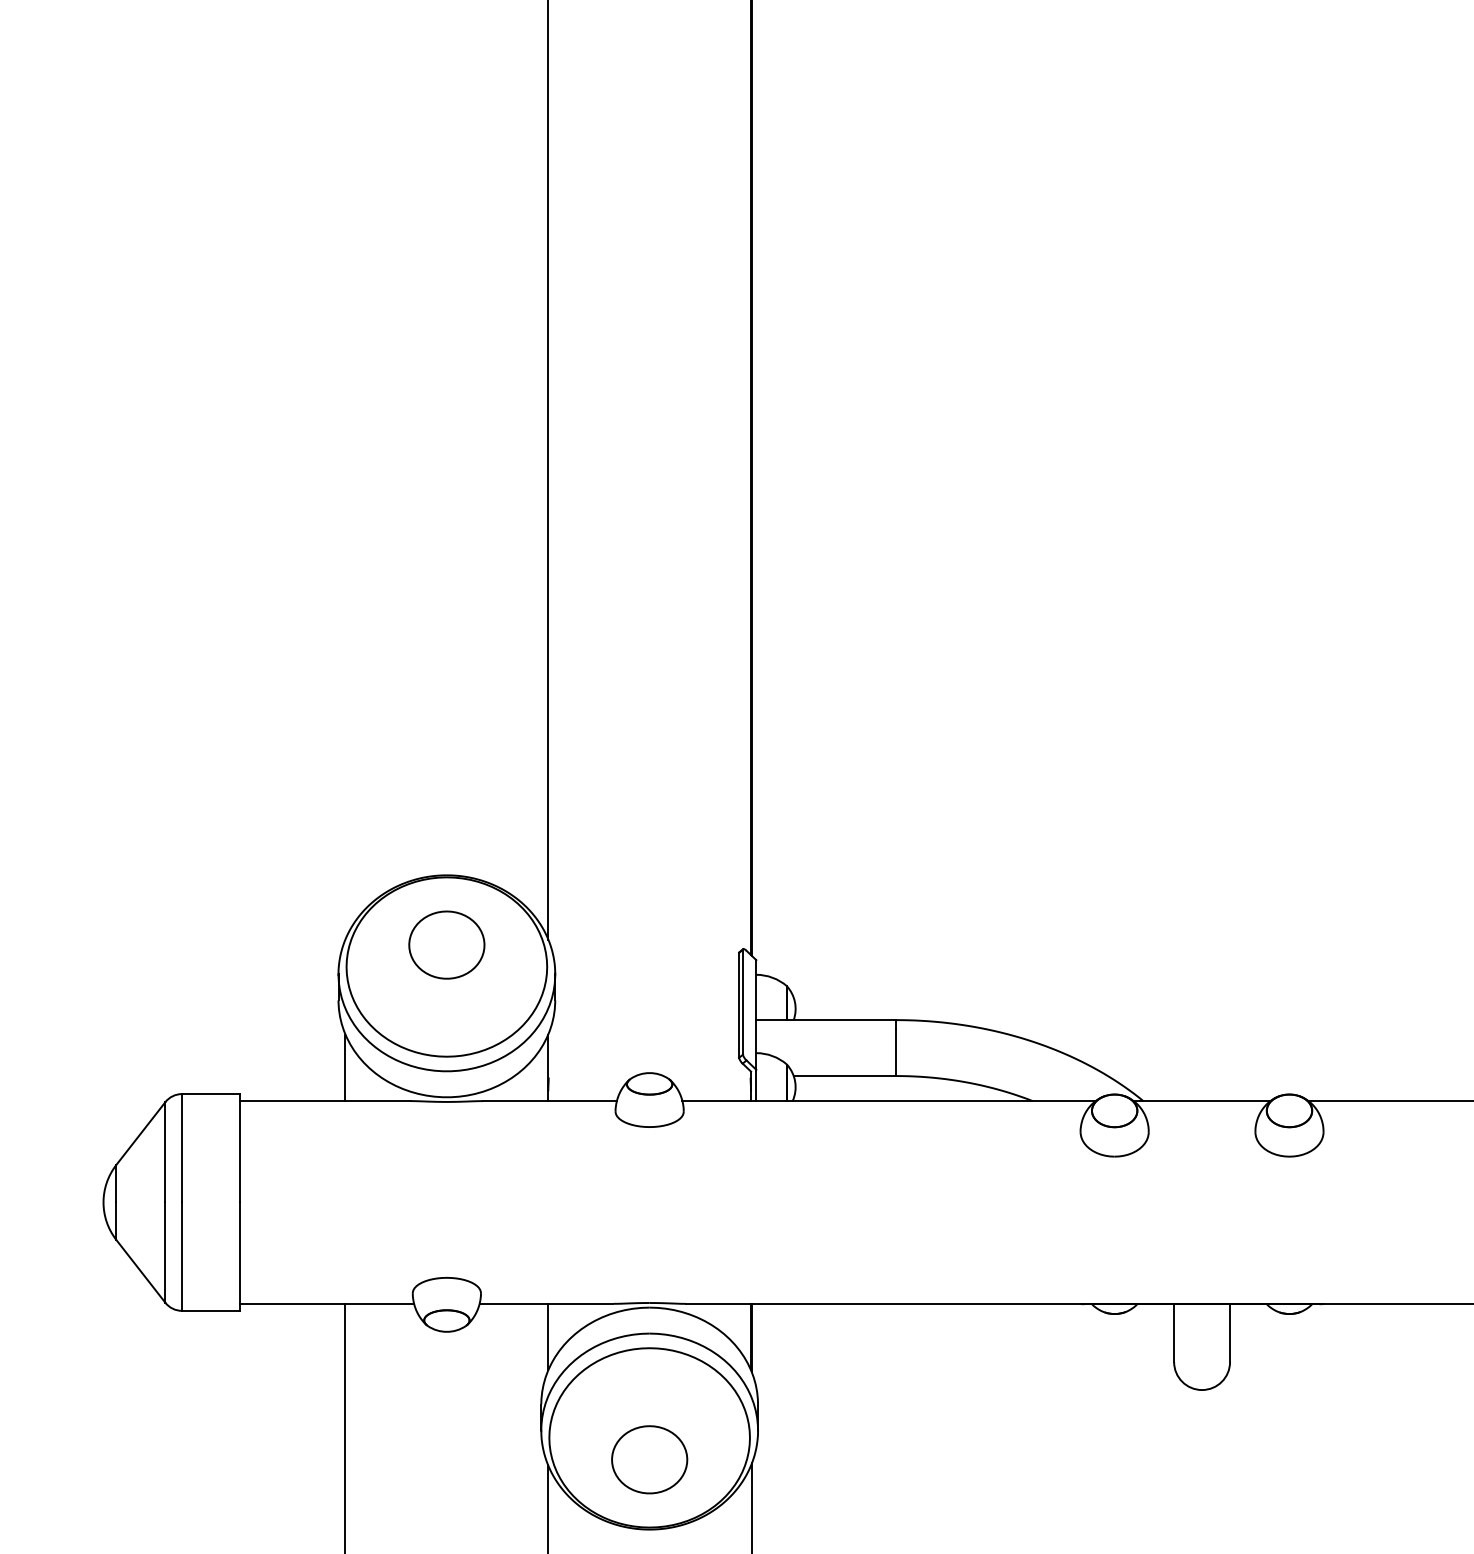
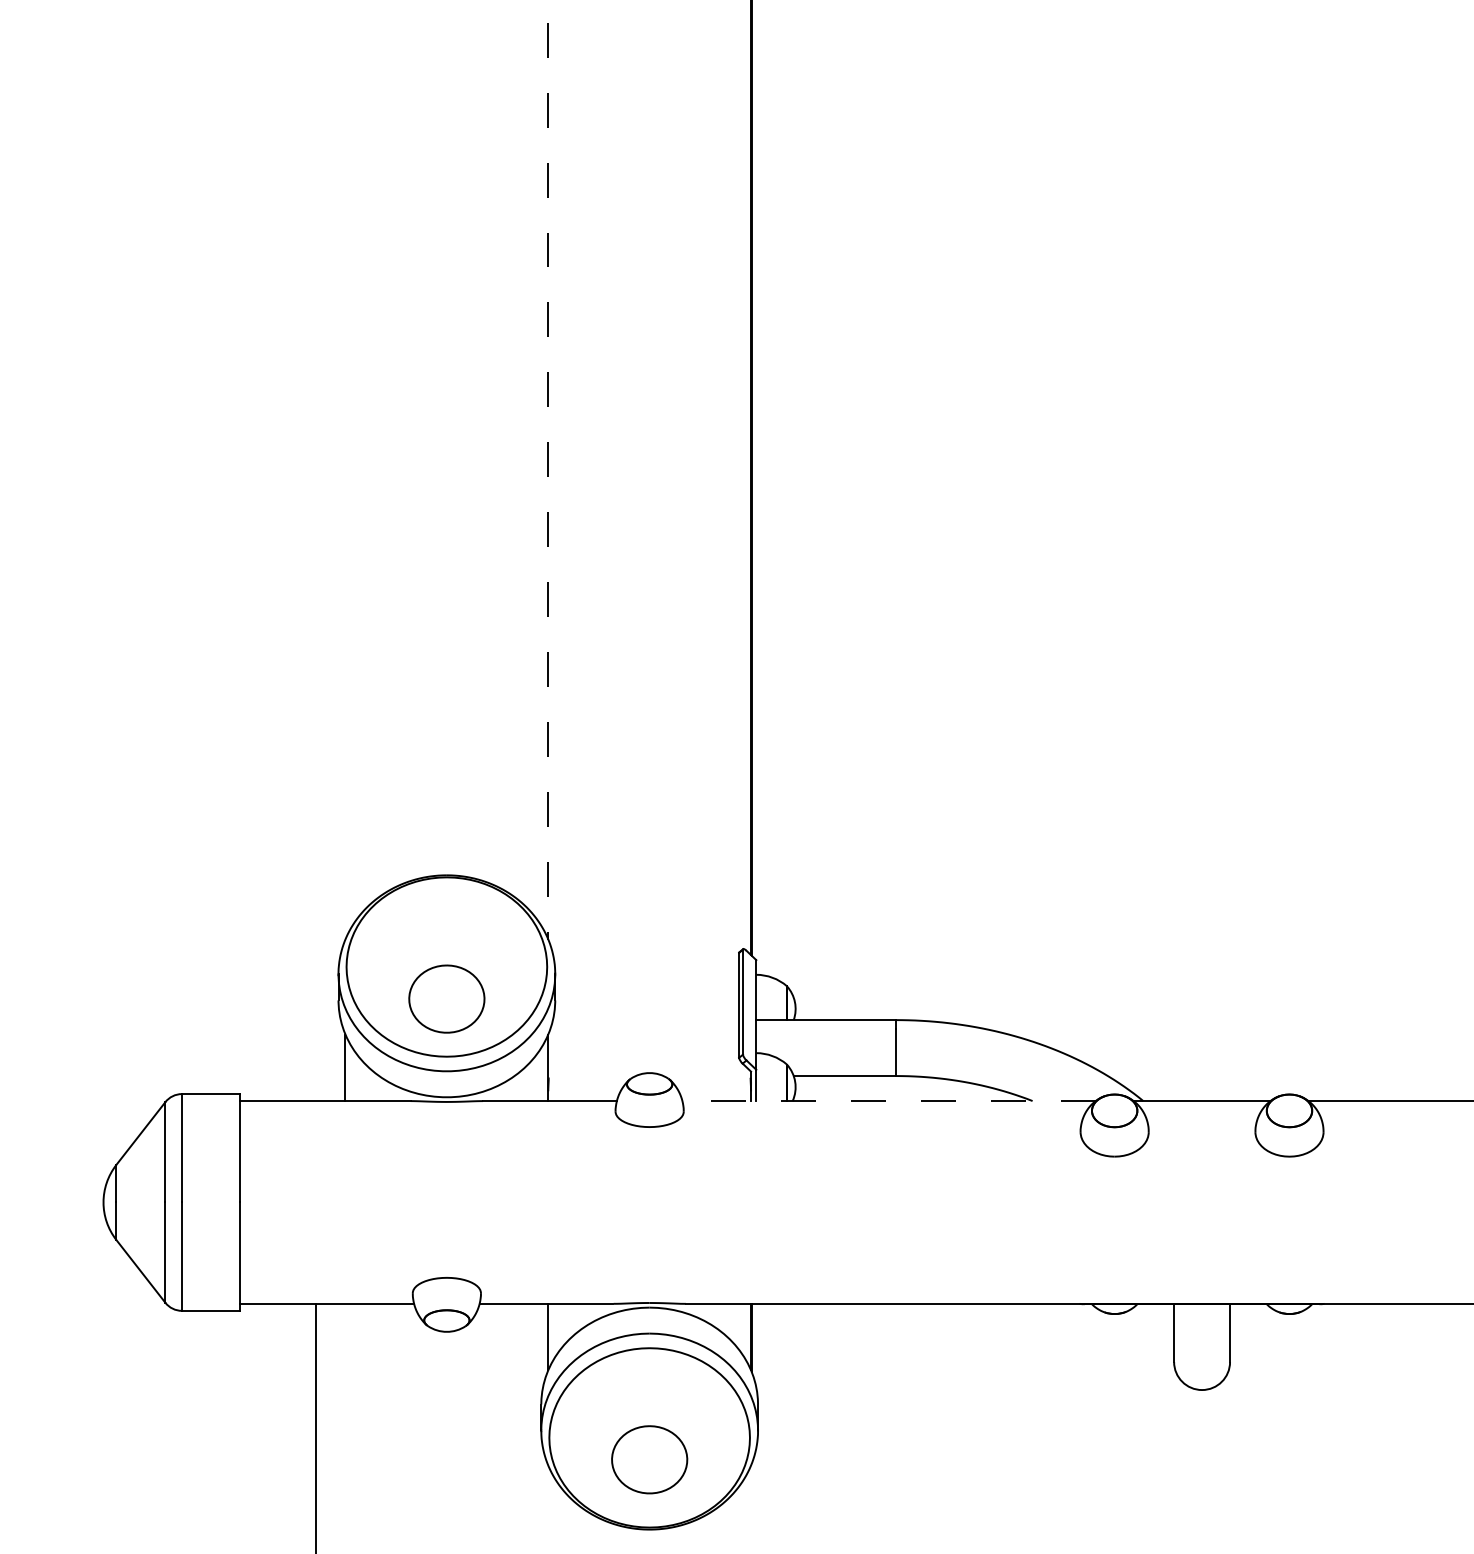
line at (548, 470): solid -> dashed
part at (446, 944) position: (446, 944) -> (446, 998)
line at (889, 1101): solid -> dashed
line at (345, 1426) position: (345, 1426) -> (316, 1426)
line at (751, 1506): present -> none
line at (548, 1507): present -> none
